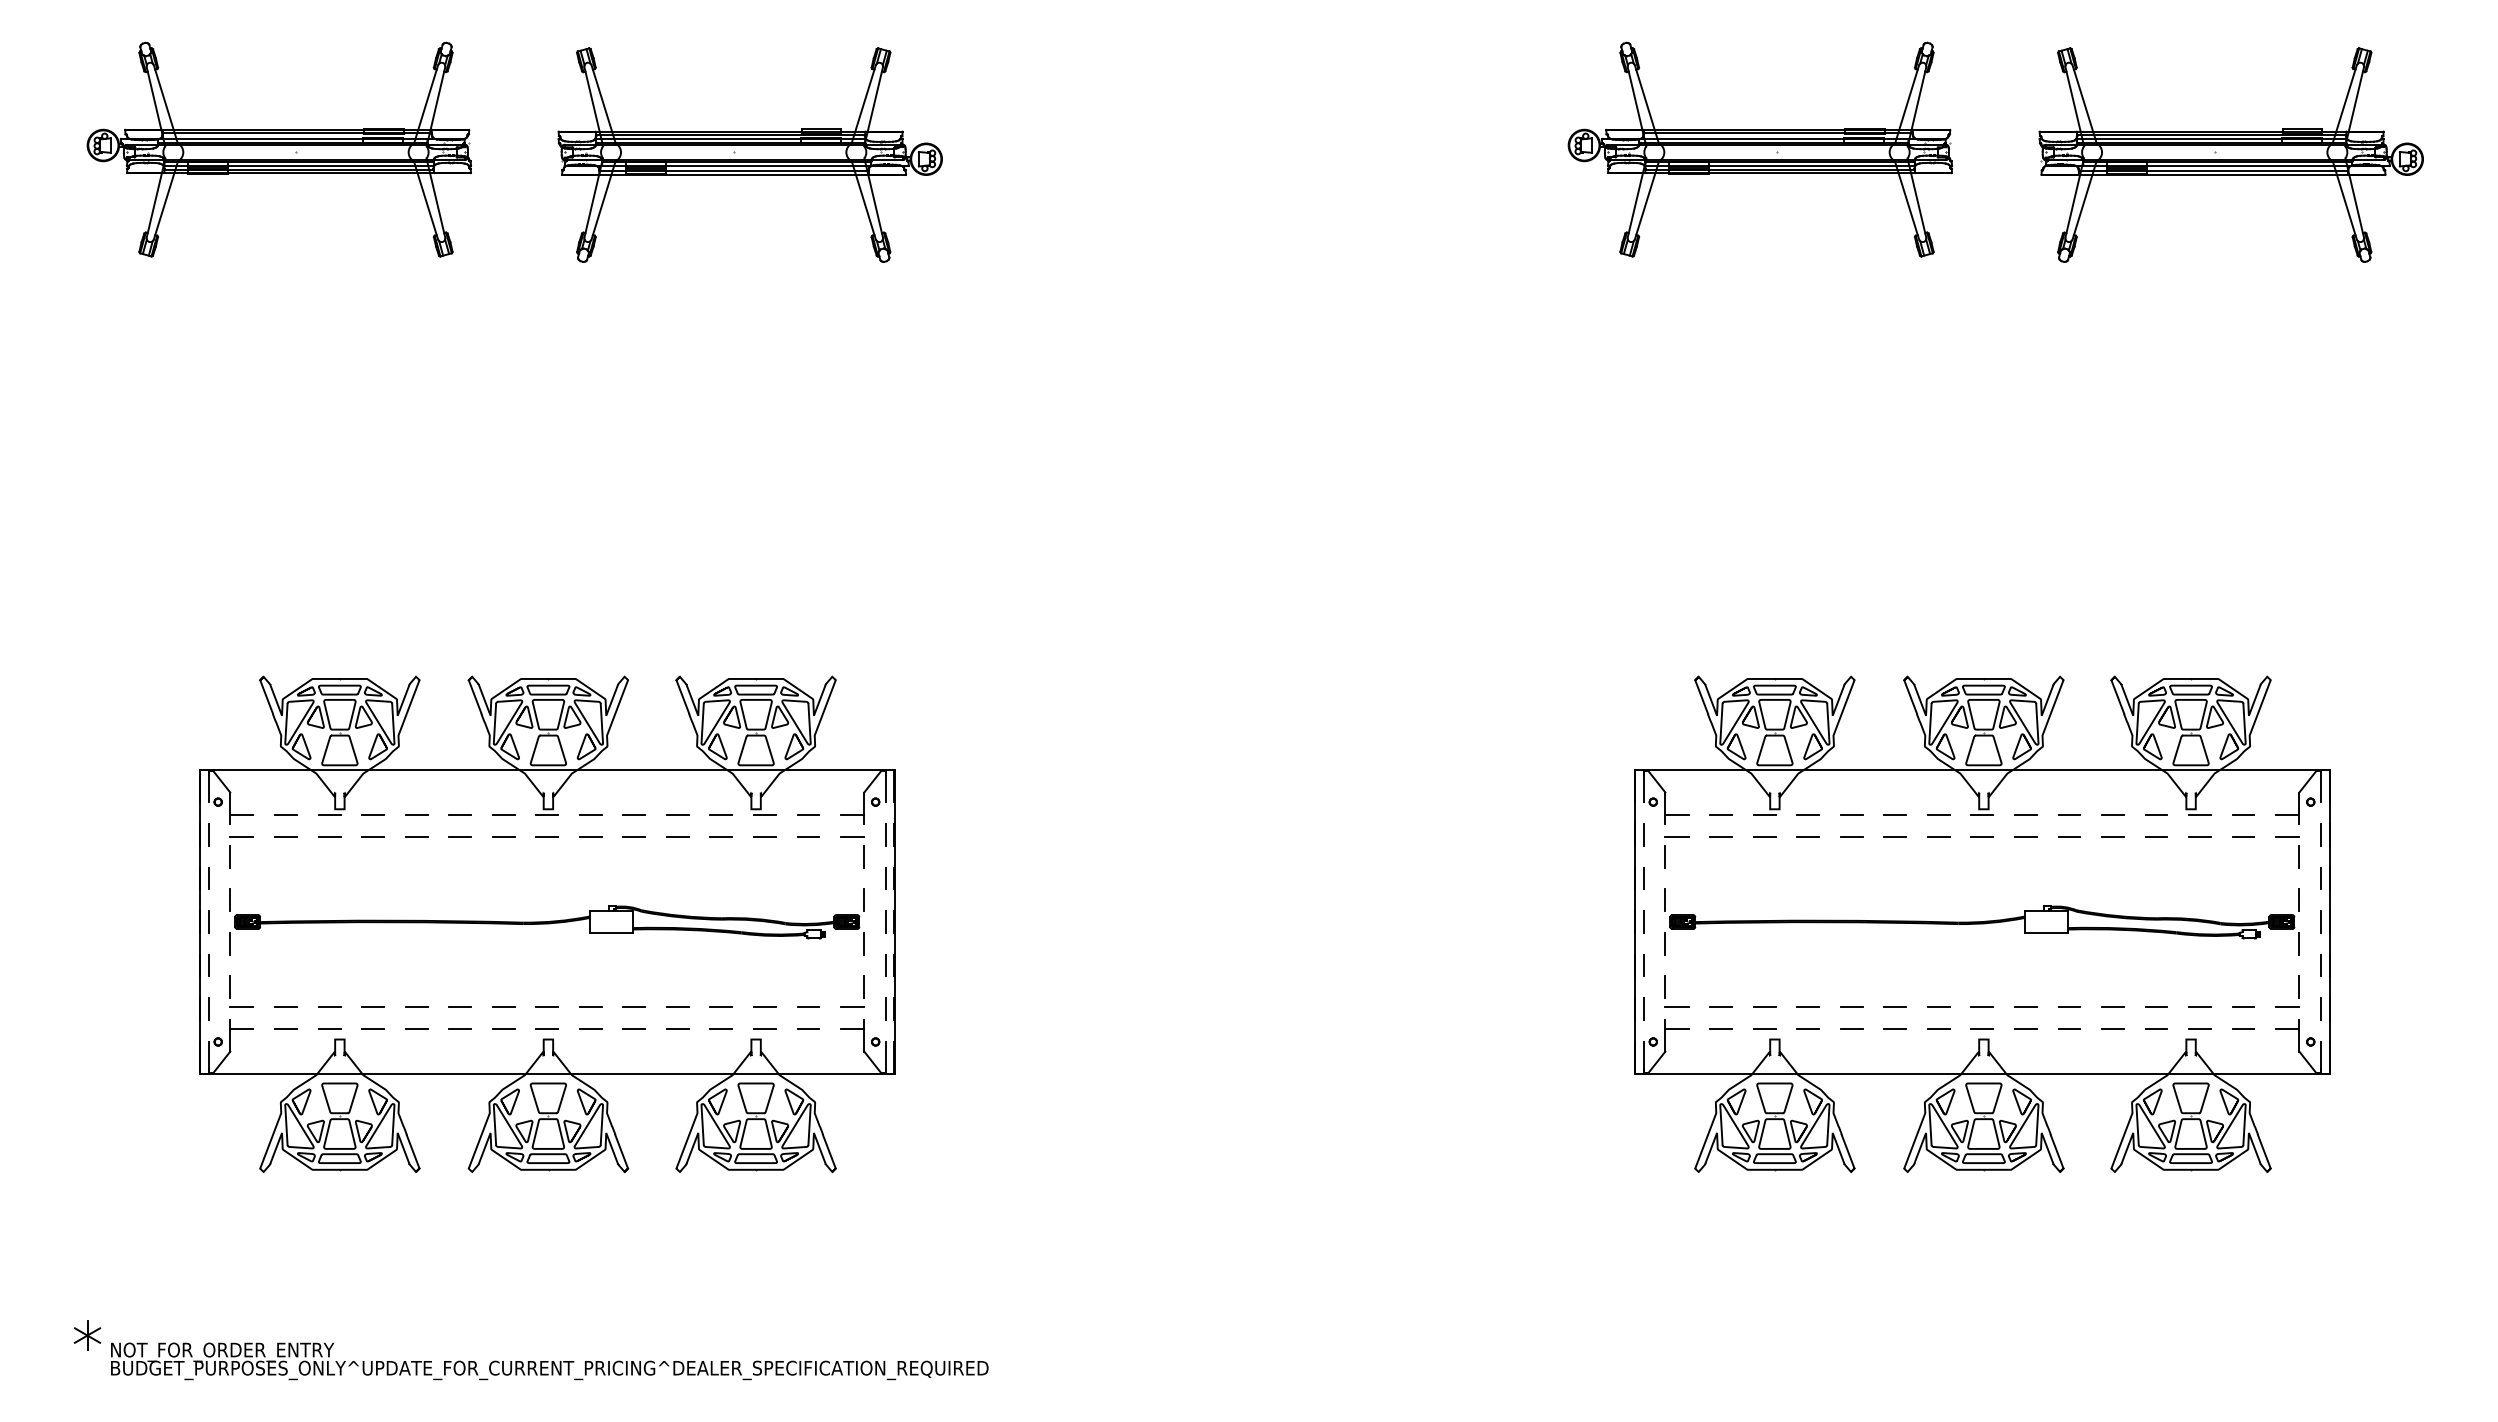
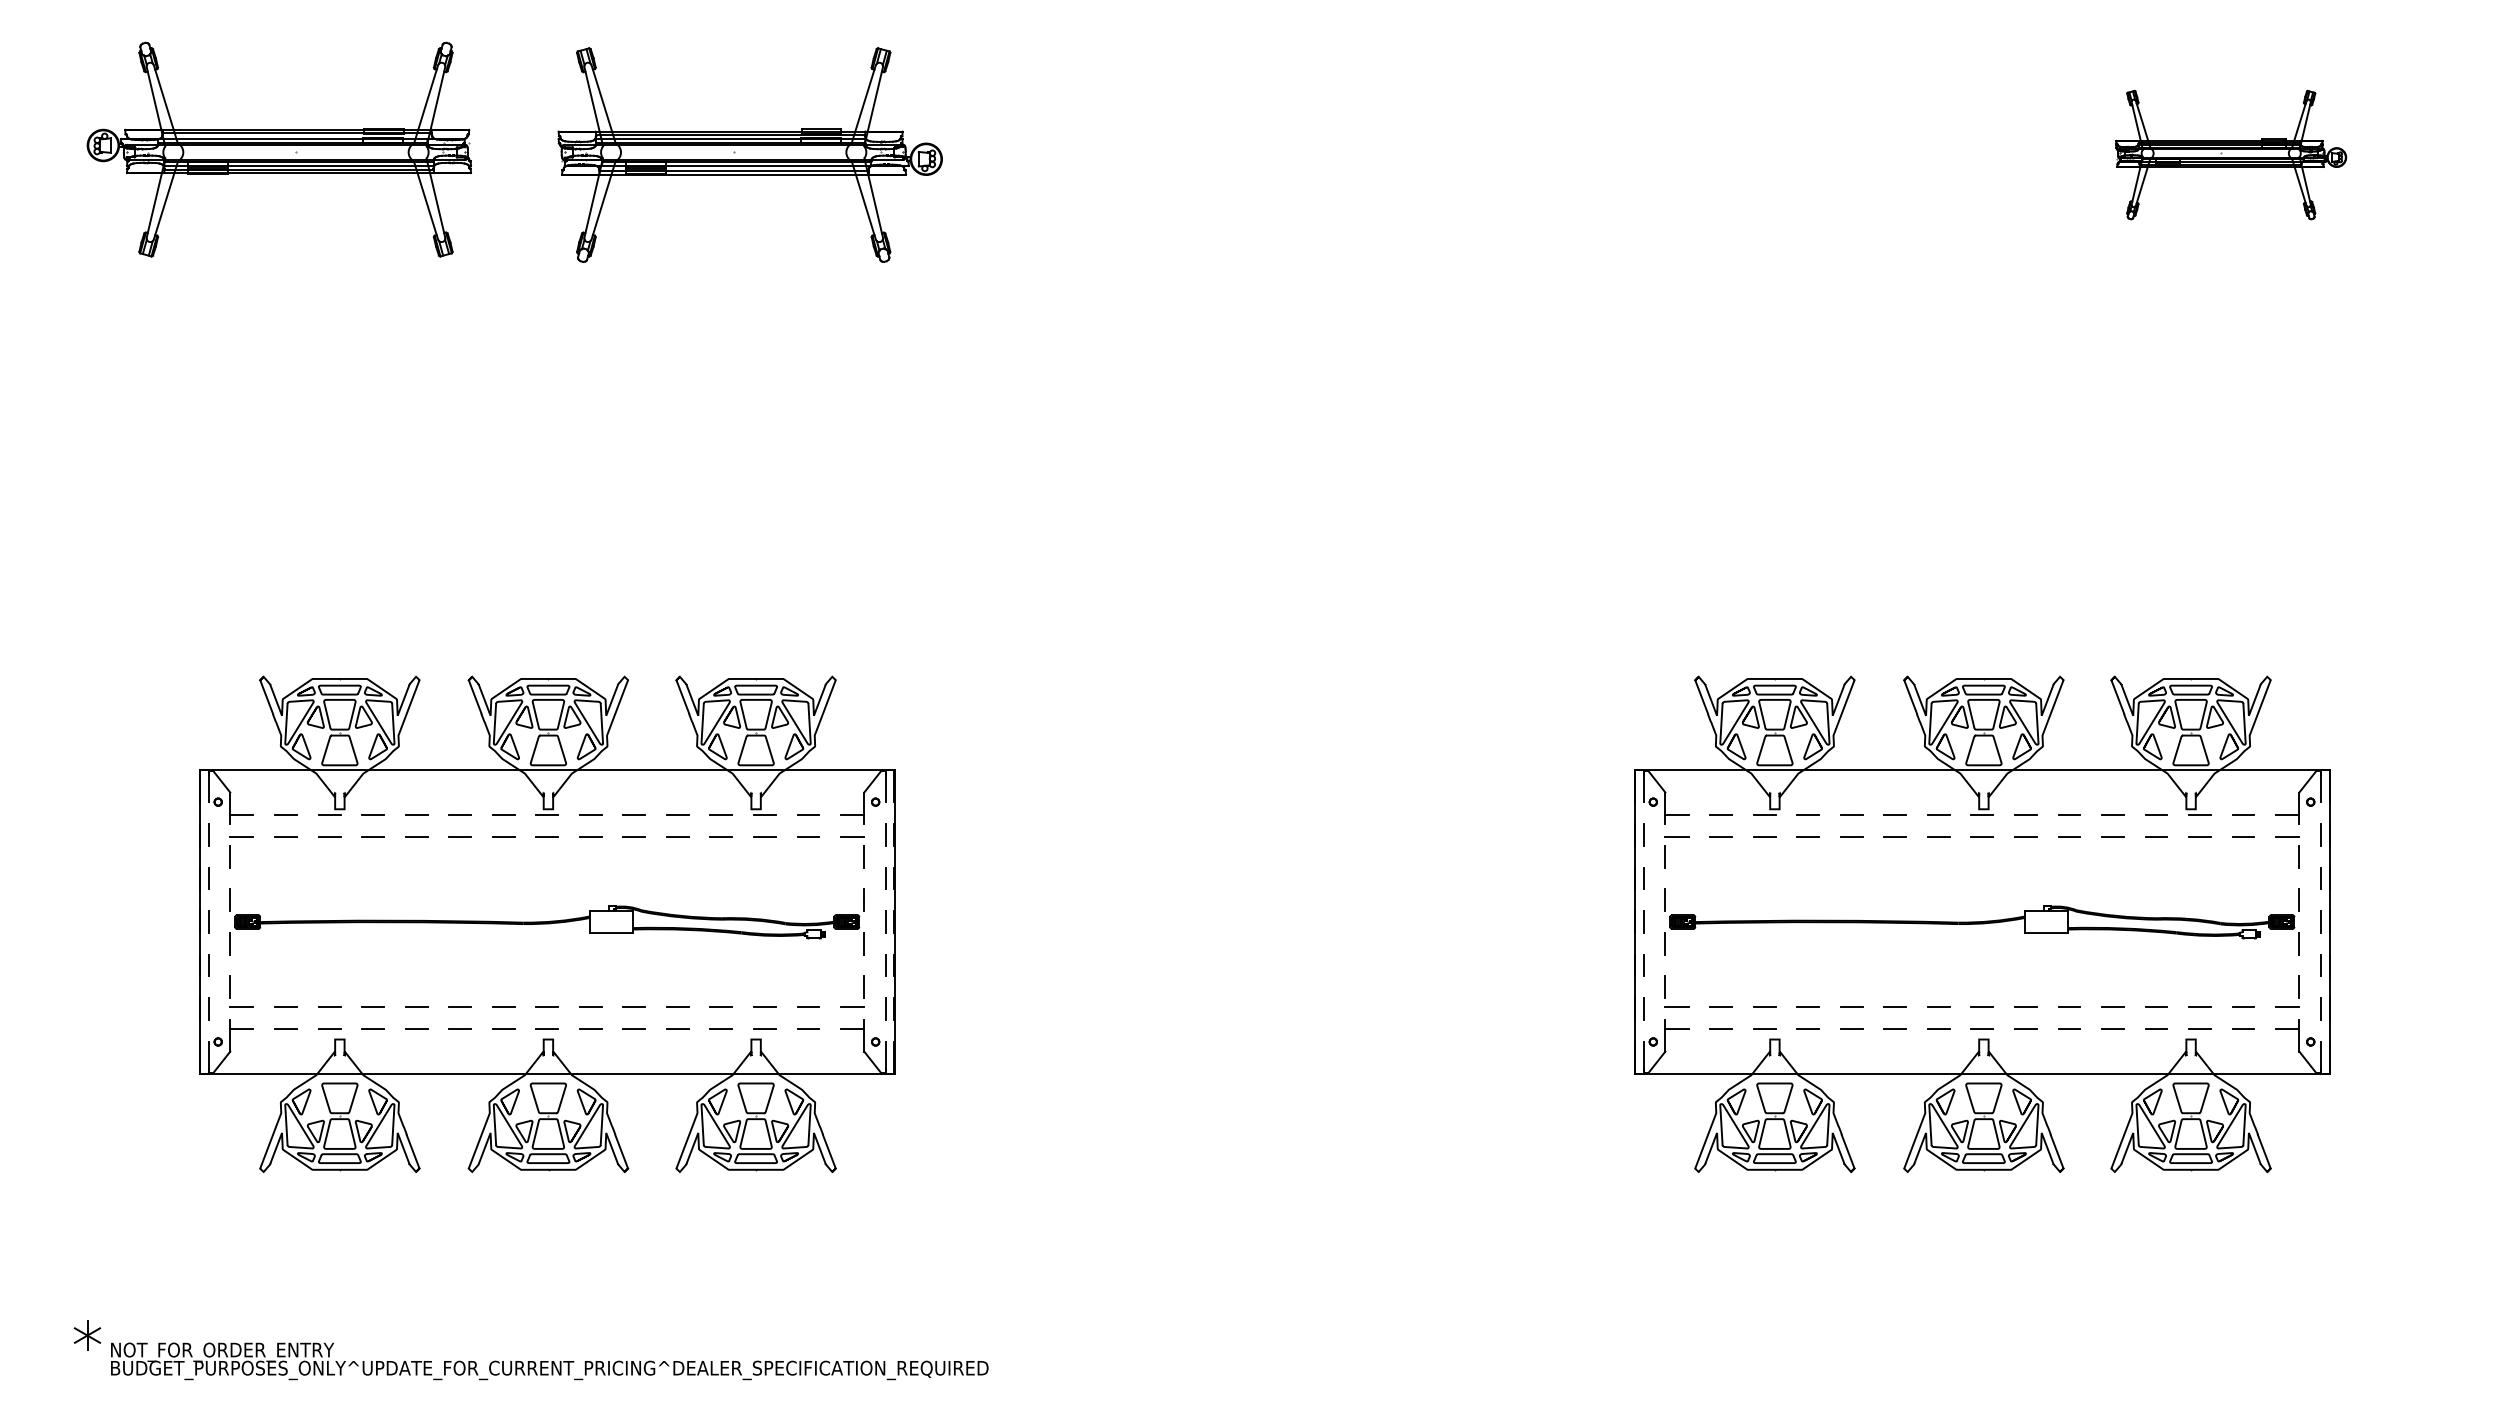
part at (1759, 149): present -> none
part at (2230, 154) size: 386x216 px -> 233x132 px
